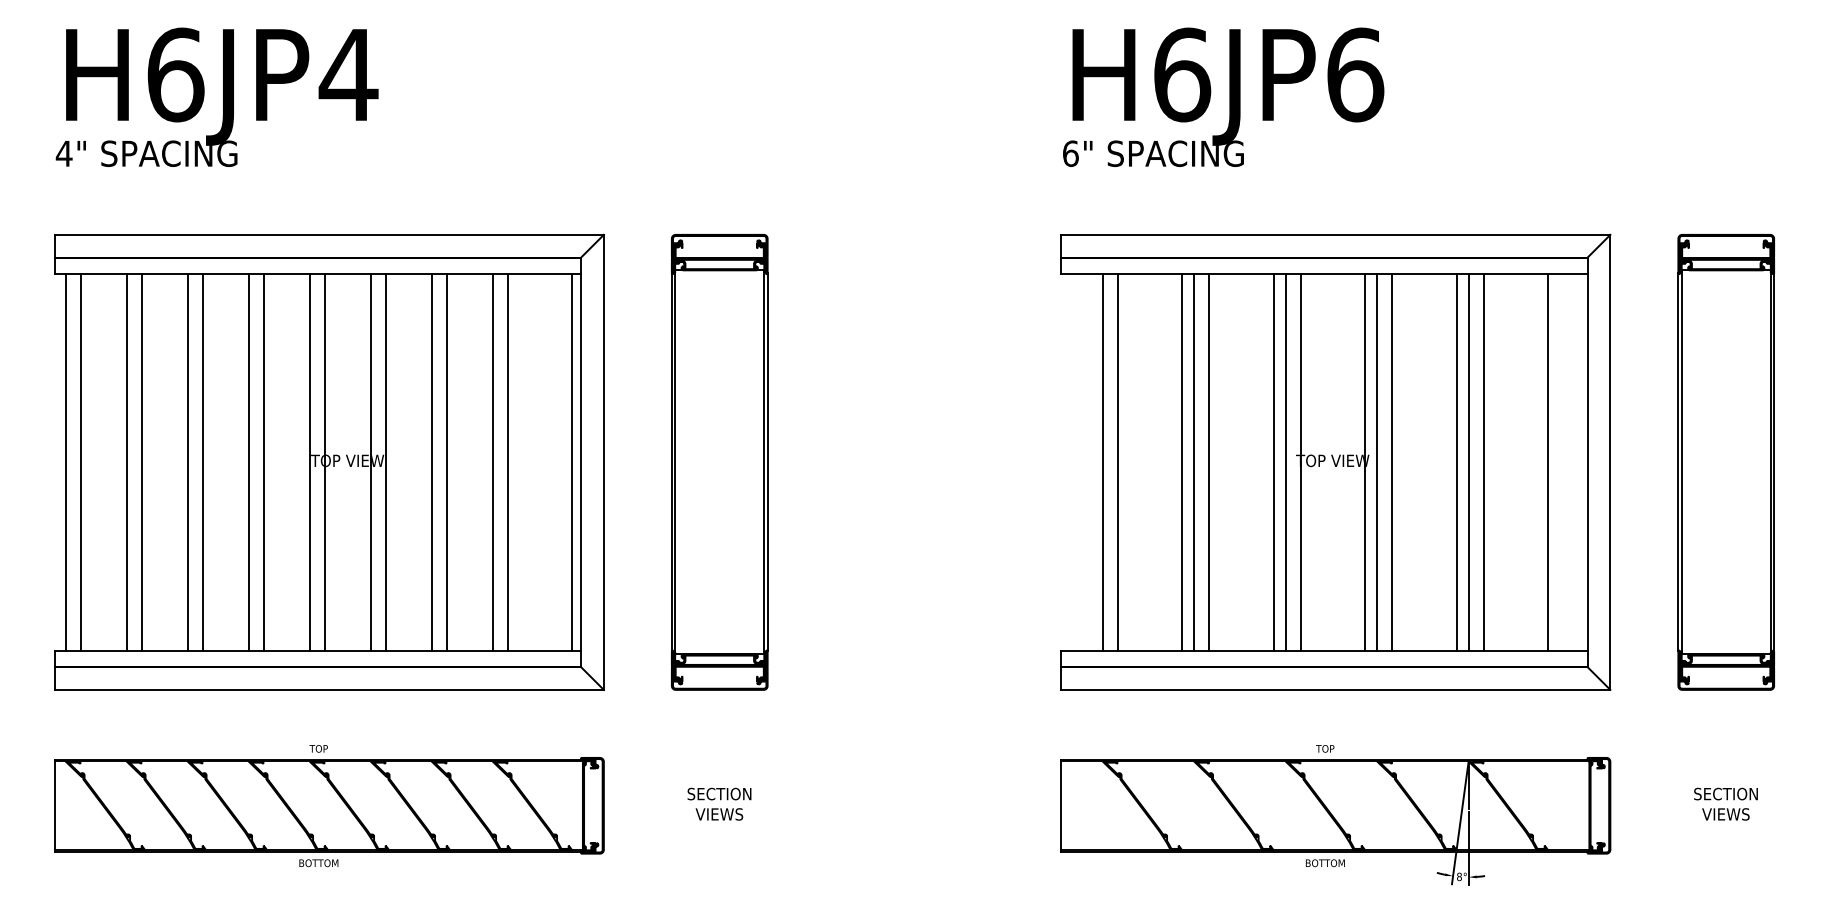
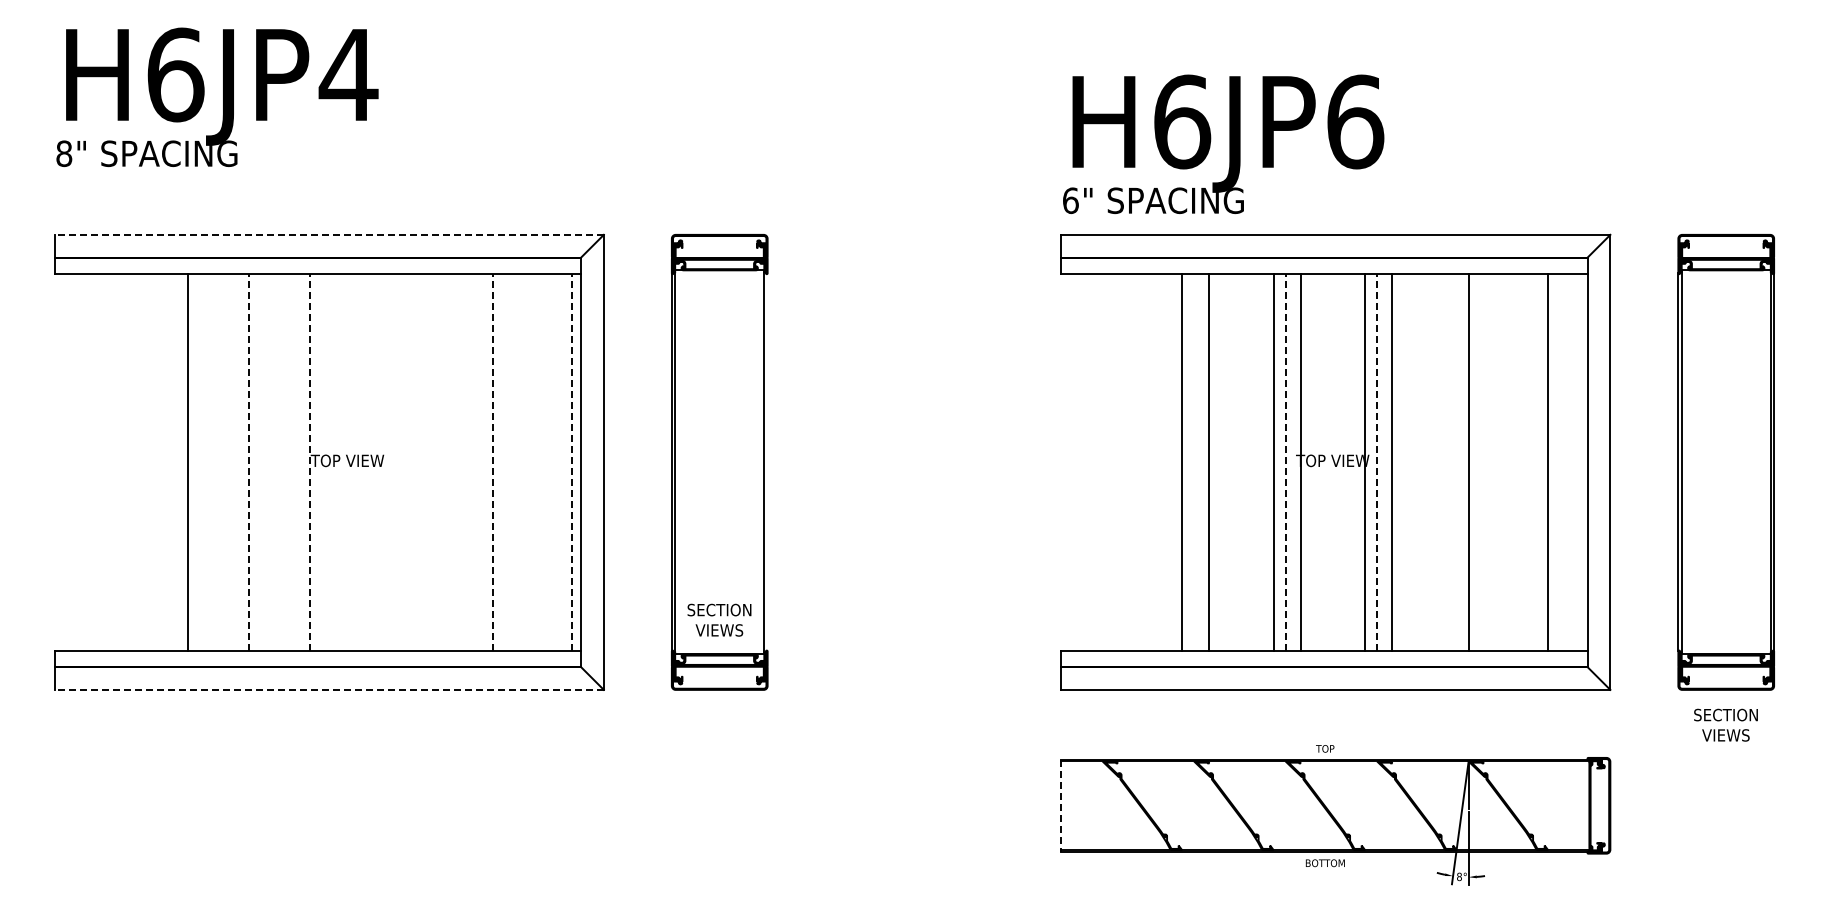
text at (1223, 96) position: (1223, 96) -> (1223, 143)
text at (63, 153): 4" -> 8"
line at (328, 234): solid -> dashed
line at (248, 461): solid -> dashed
line at (309, 461): solid -> dashed
line at (492, 461): solid -> dashed
line at (572, 461): solid -> dashed
line at (1285, 461): solid -> dashed
line at (1377, 461): solid -> dashed
line at (65, 462): present -> none
line at (80, 462): present -> none
line at (126, 462): present -> none
line at (141, 462): present -> none
line at (202, 462): present -> none
line at (263, 462): present -> none
line at (324, 462): present -> none
line at (370, 462): present -> none
line at (385, 462): present -> none
line at (431, 462): present -> none
line at (446, 462): present -> none
line at (507, 462): present -> none
line at (767, 462): present -> none
line at (1102, 462): present -> none
line at (1117, 462): present -> none
line at (1194, 462): present -> none
line at (1456, 462): present -> none
line at (1483, 462): present -> none
line at (328, 689): solid -> dashed
text at (719, 803) position: (719, 803) -> (719, 619)
text at (1725, 803) position: (1725, 803) -> (1725, 724)
line at (1061, 805): solid -> dashed
part at (329, 806): present -> none
